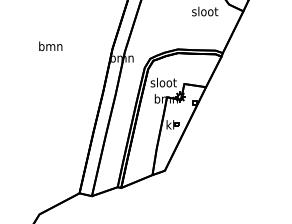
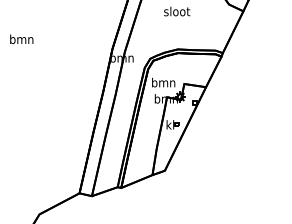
text at (205, 11) position: (205, 11) -> (177, 11)
text at (50, 45) position: (50, 45) -> (21, 38)
text at (163, 82): sloot -> bmn
